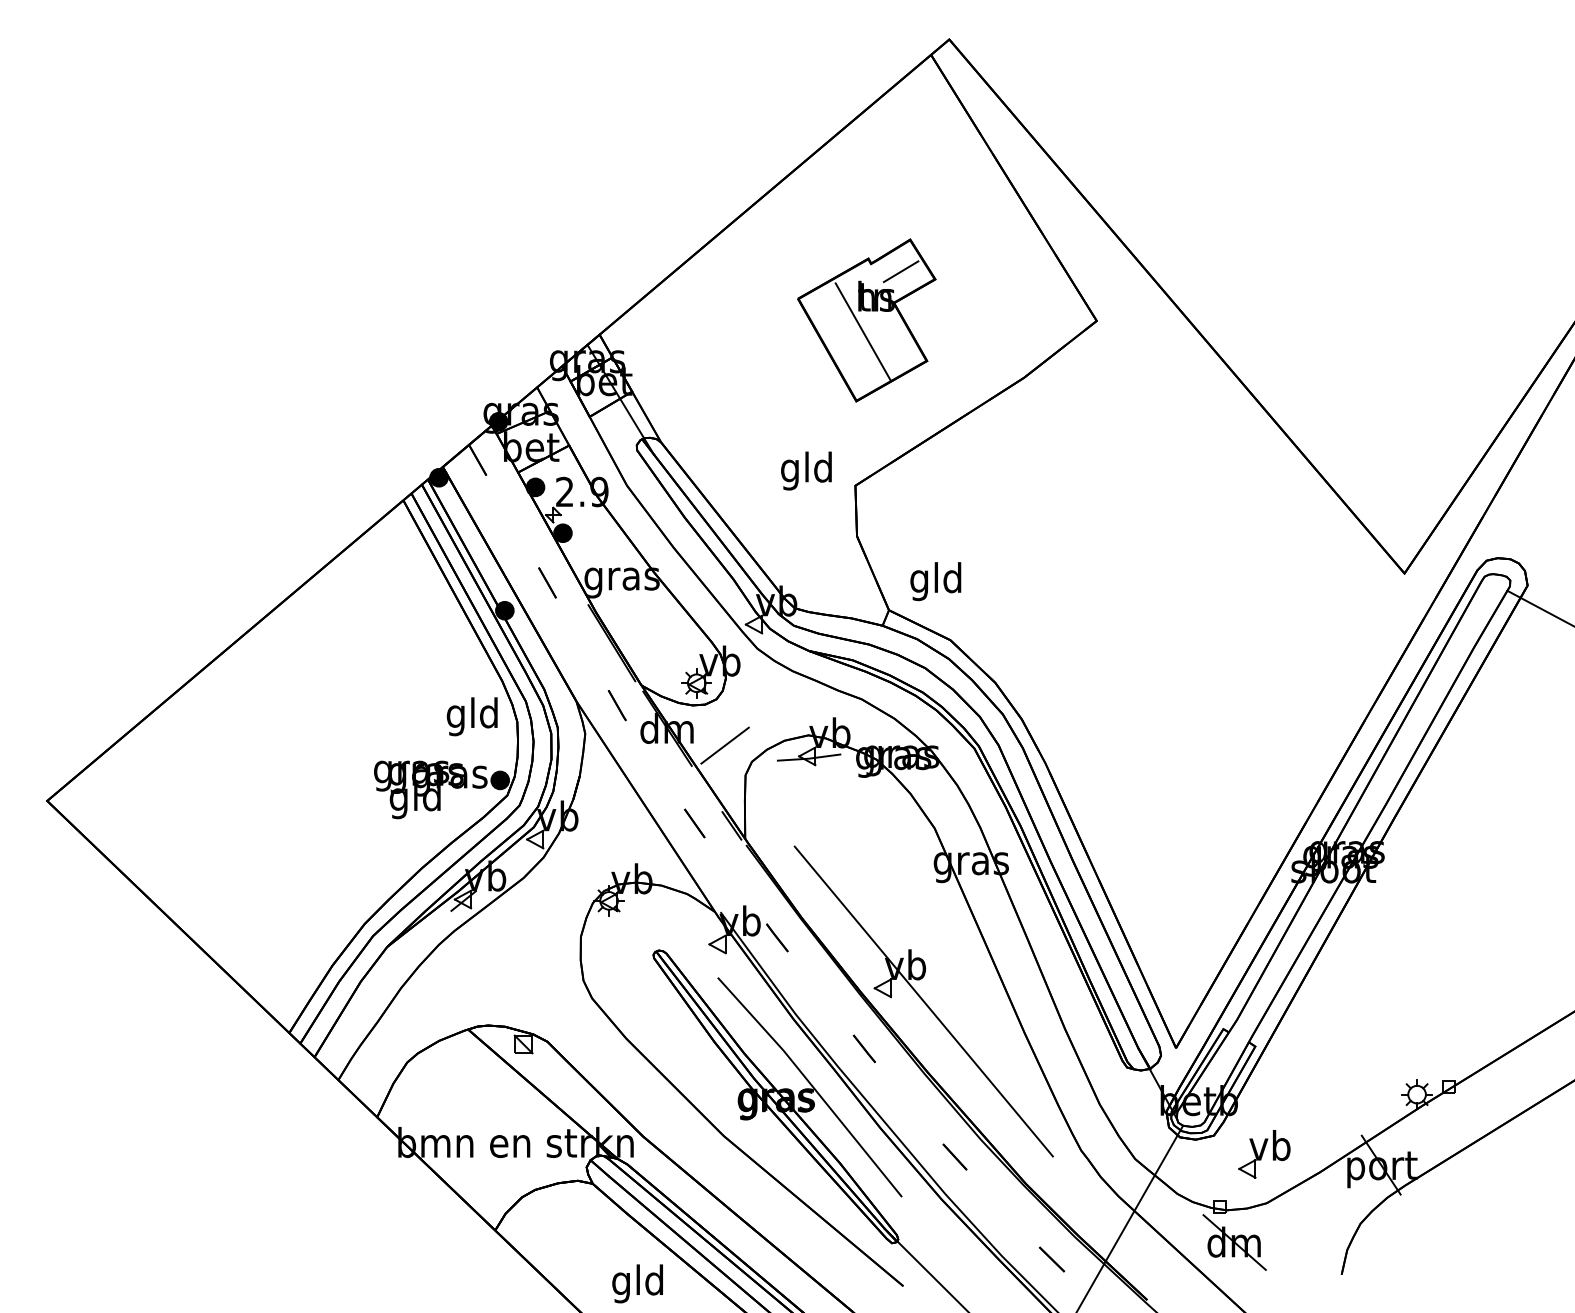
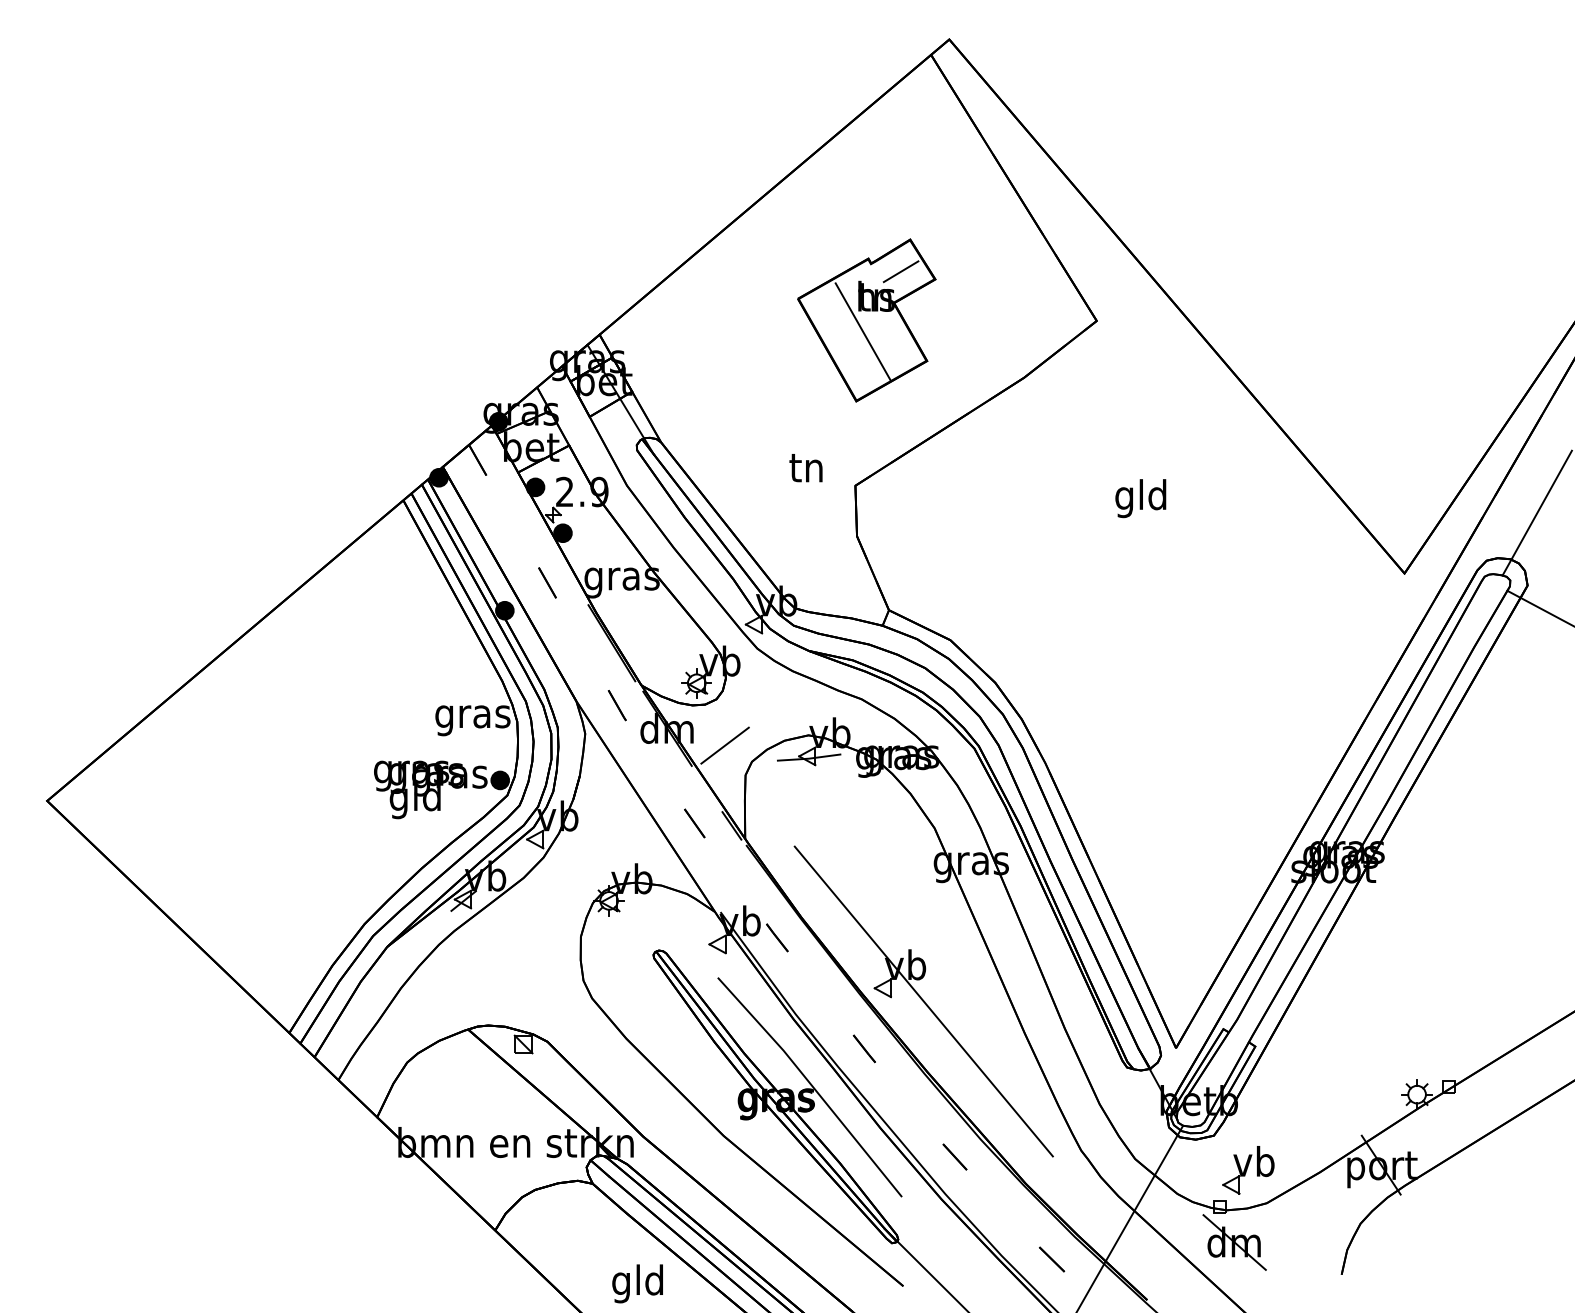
text at (806, 470): gld -> tn
line at (1536, 512): none -> present
text at (935, 581) position: (935, 581) -> (1140, 498)
text at (472, 716): gld -> gras
part at (1264, 1154) position: (1264, 1154) -> (1248, 1170)
